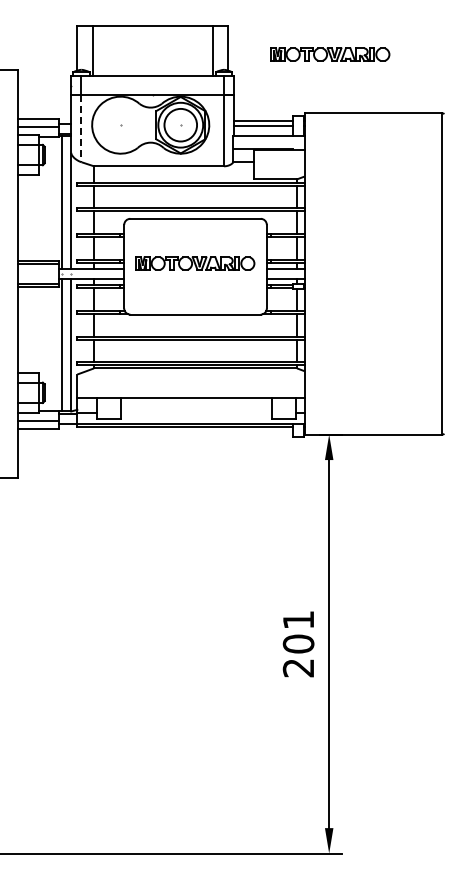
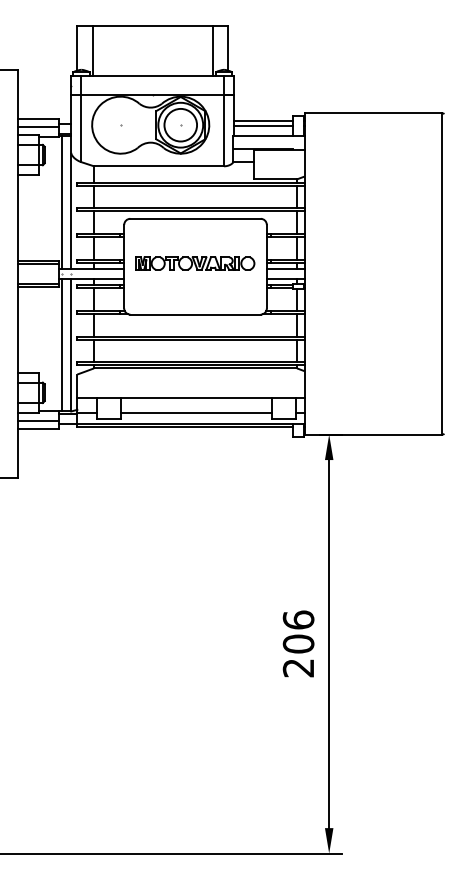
part at (330, 54): present -> none
line at (81, 128): dashed -> solid
line at (196, 413): none -> present
text at (298, 619): 201 -> 206
